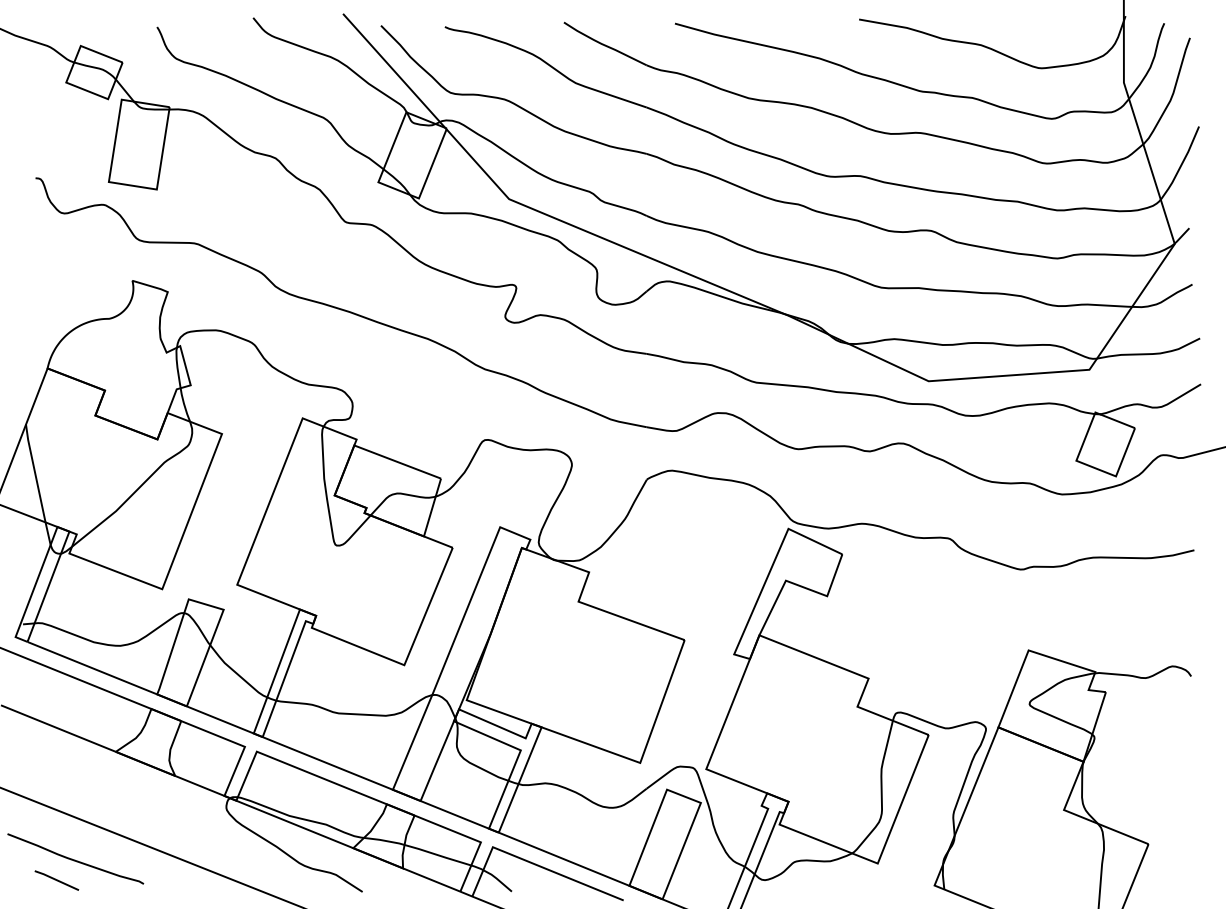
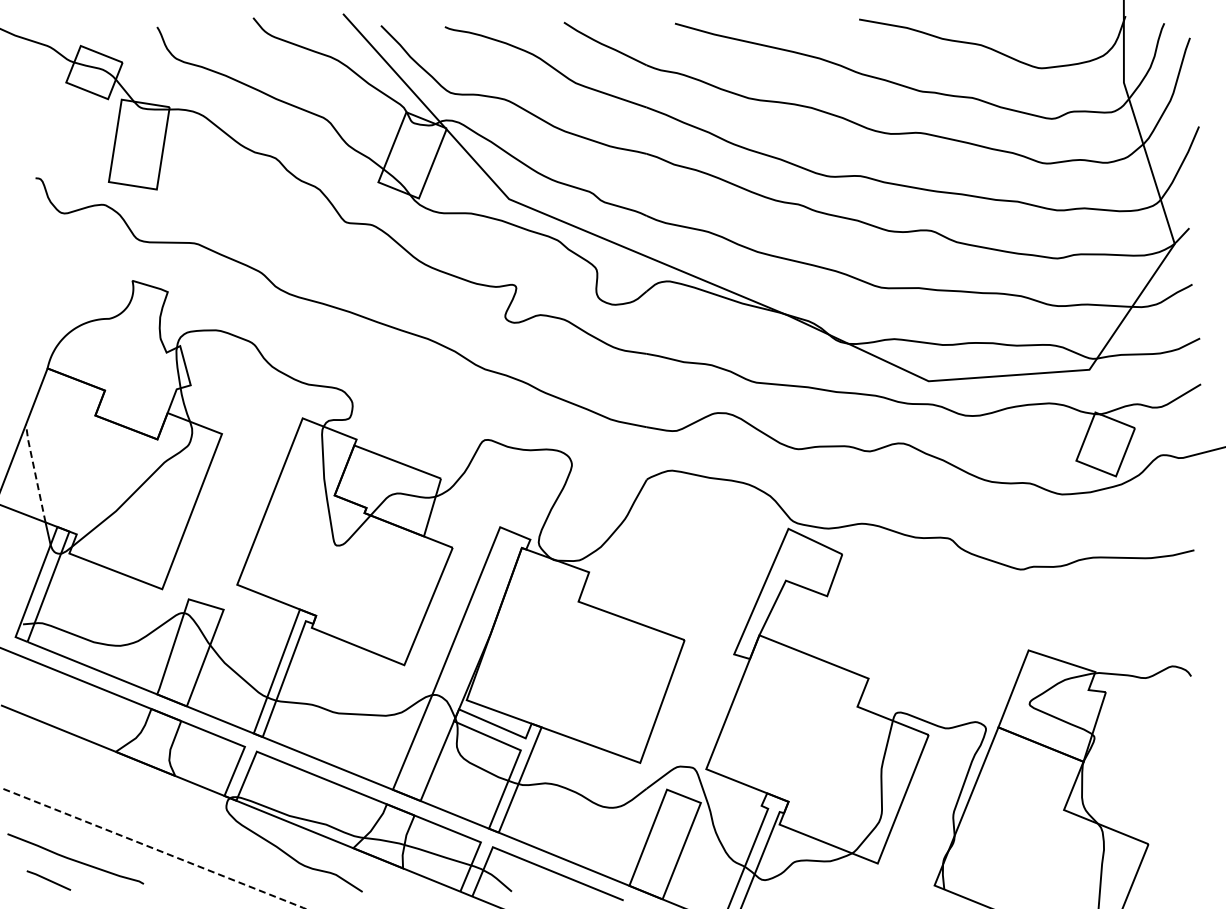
line at (35, 472): solid -> dashed
line at (152, 848): solid -> dashed
line at (56, 880) position: (56, 880) -> (48, 880)
